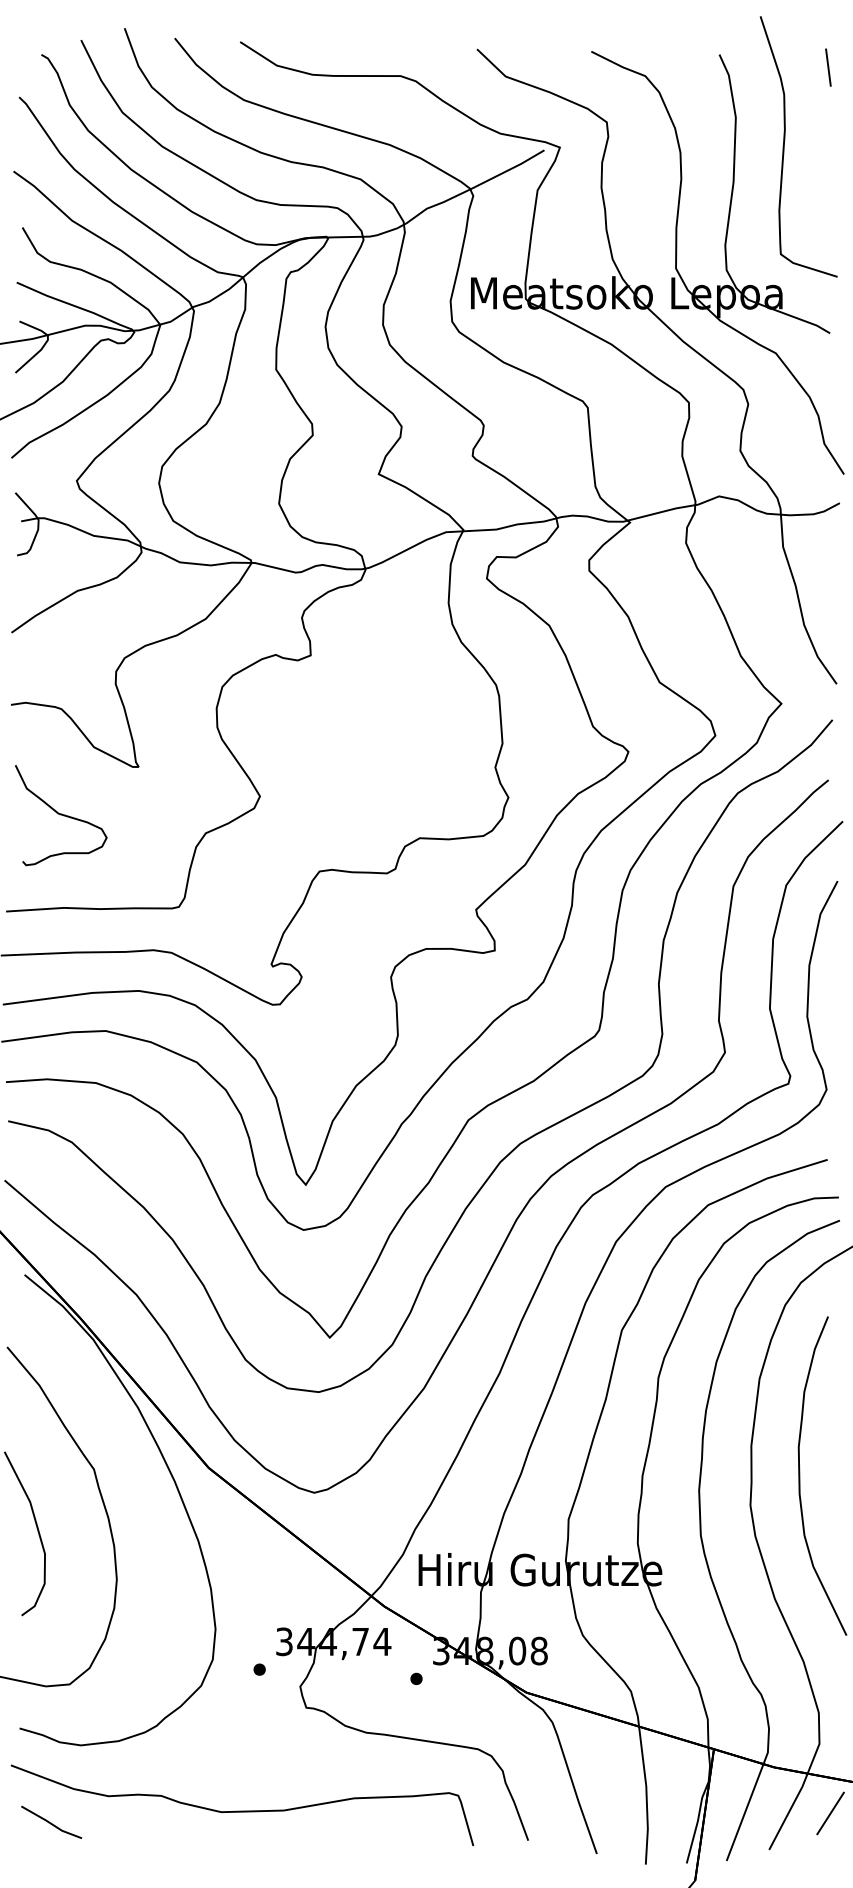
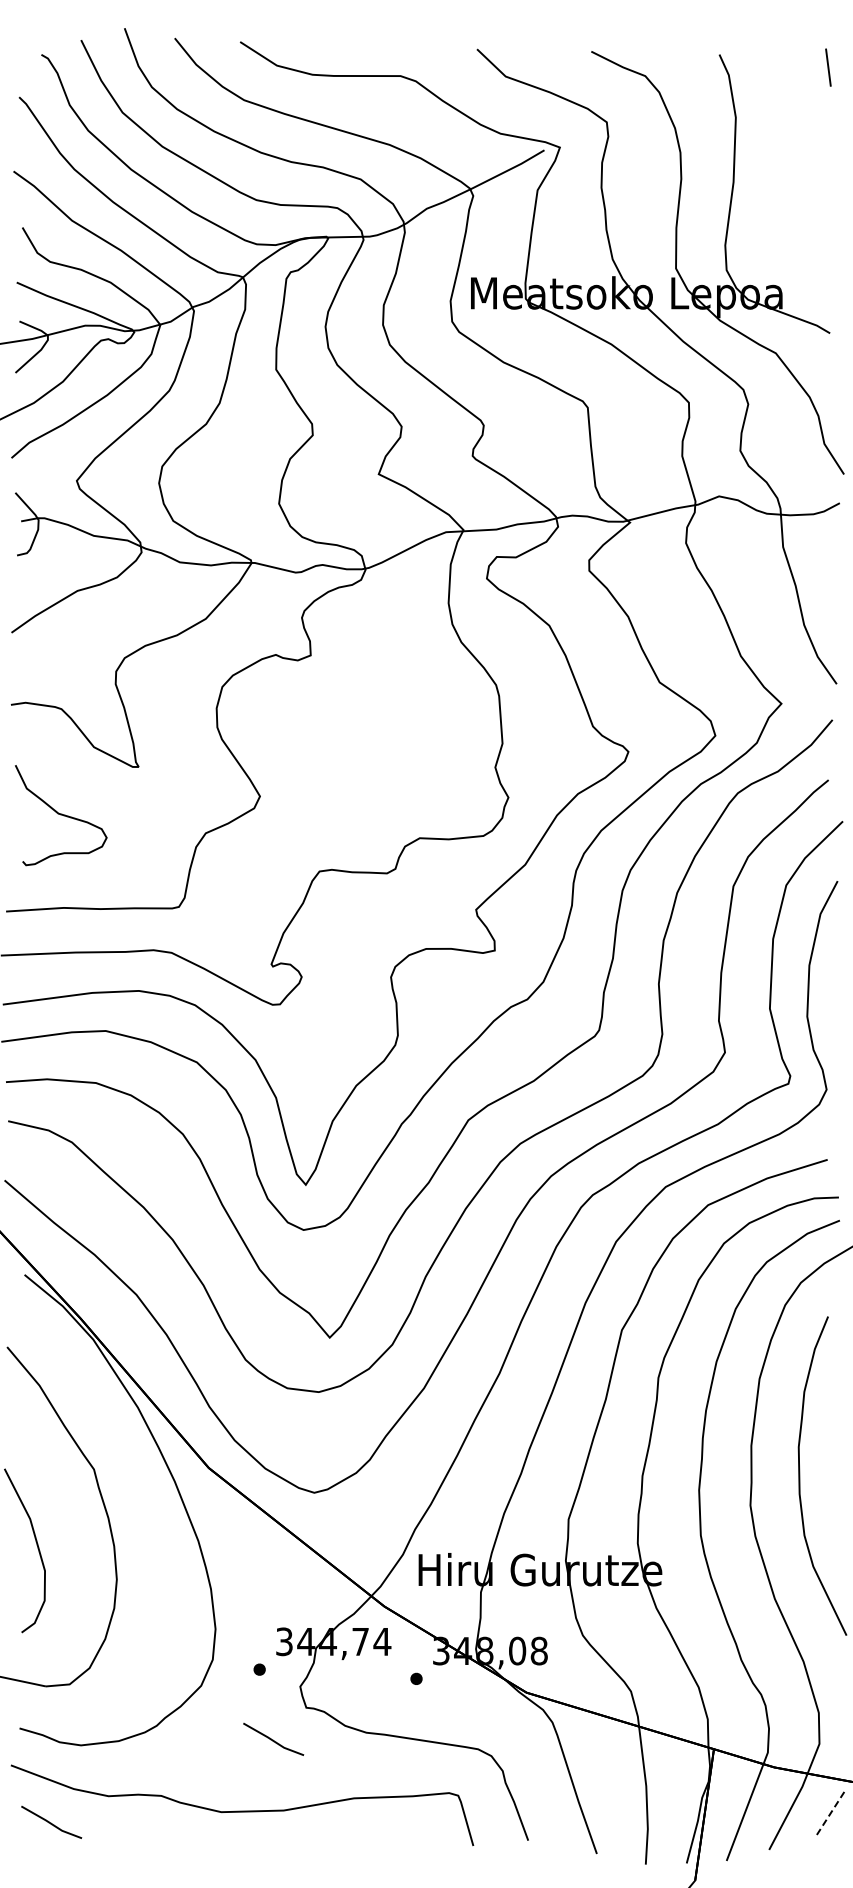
curve at (784, 146): present -> none
curve at (36, 1528) position: (36, 1528) -> (36, 1545)
line at (273, 1739): none -> present
line at (830, 1813): solid -> dashed
